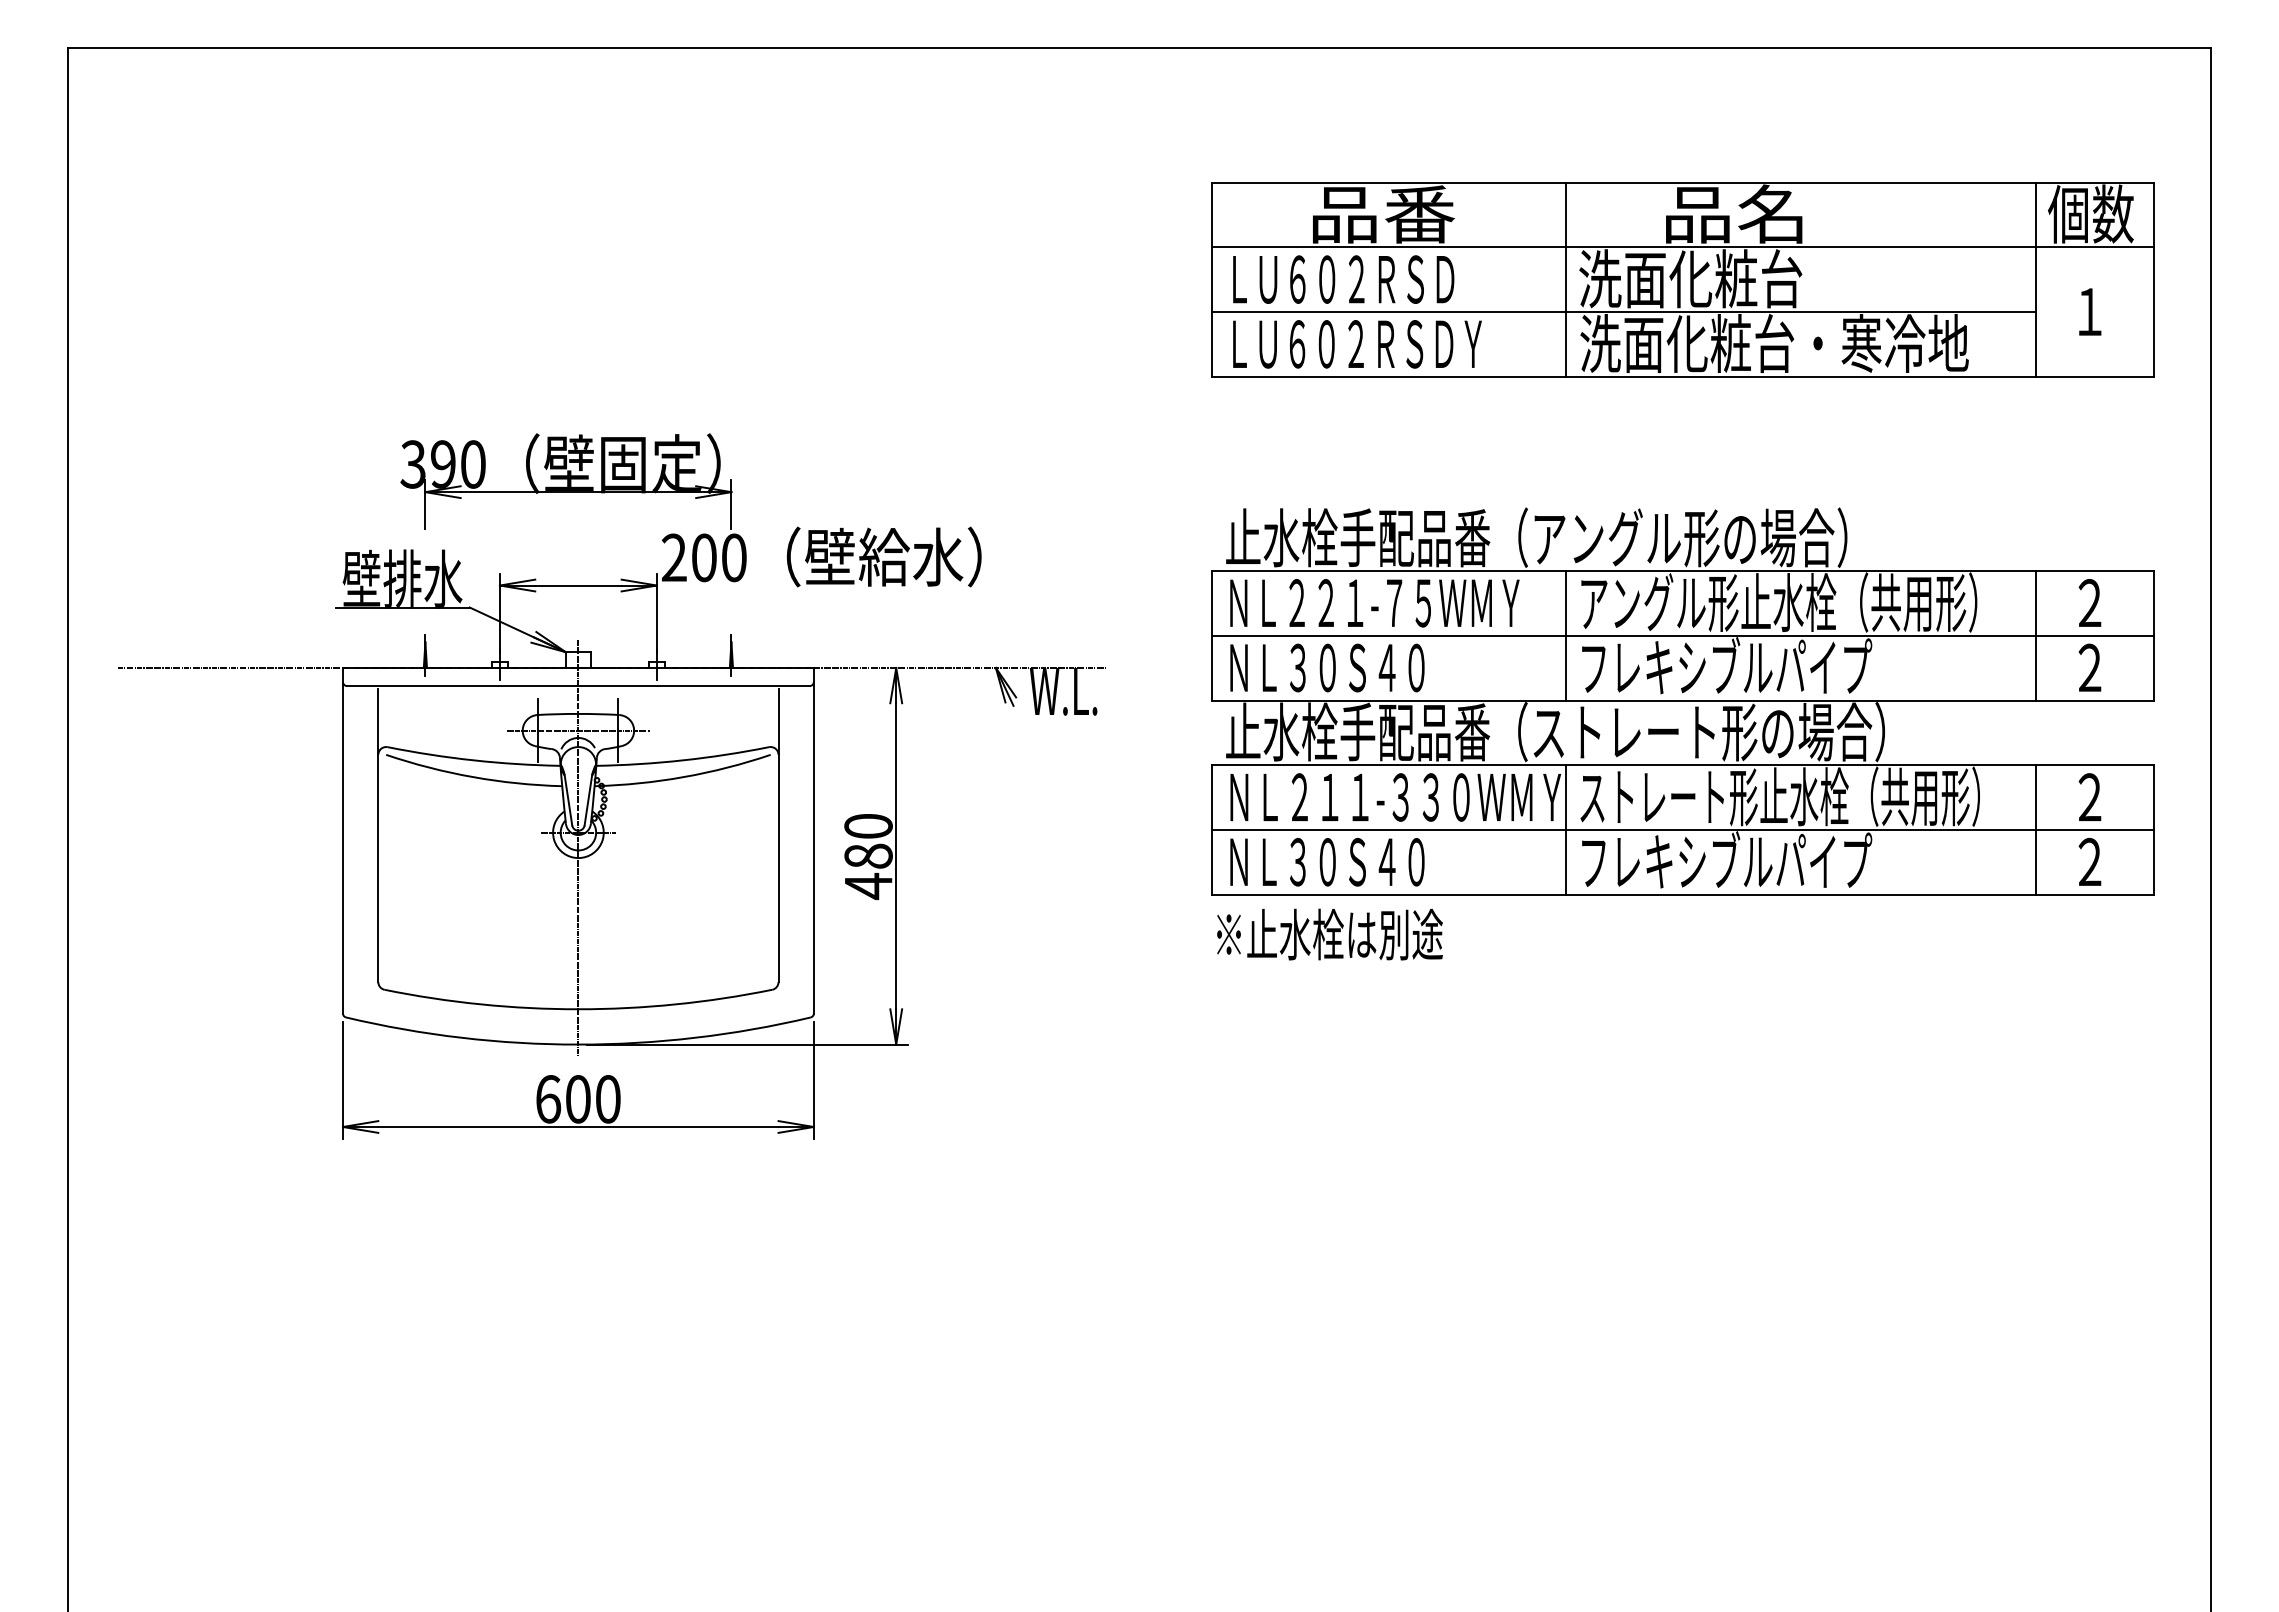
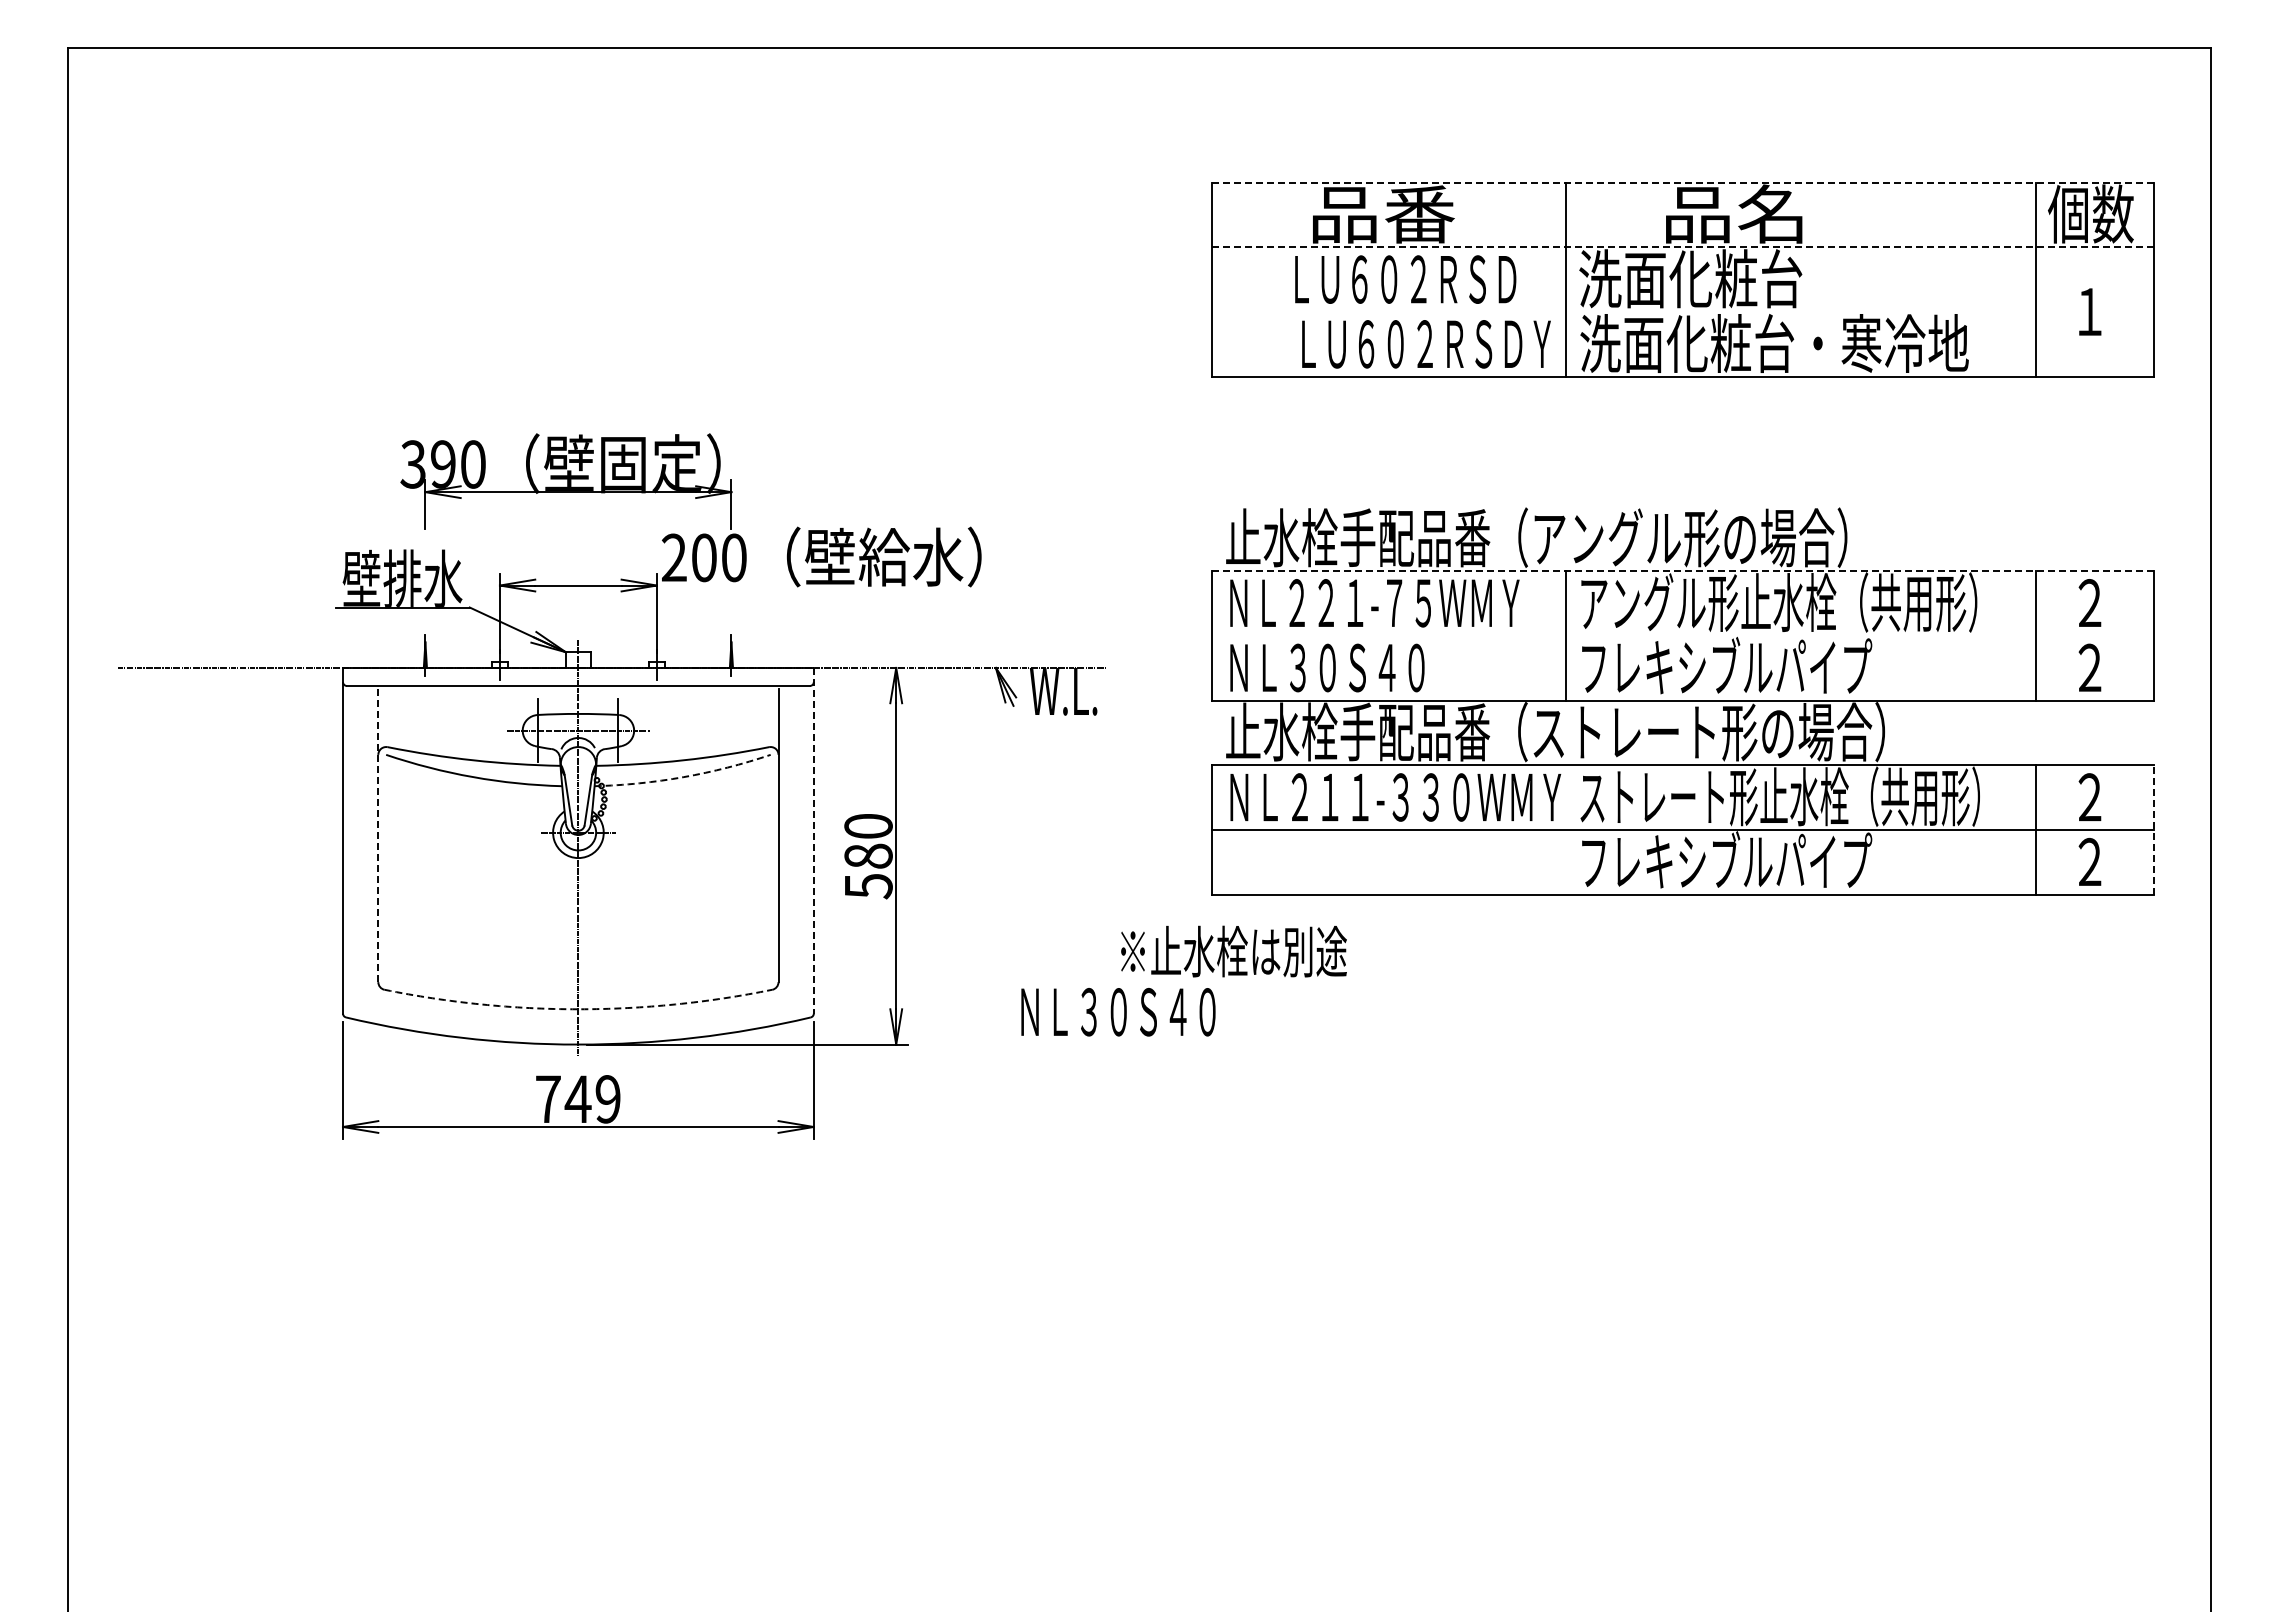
line at (1683, 182): solid -> dashed
line at (1683, 247): solid -> dashed
text at (1343, 279) position: (1343, 279) -> (1405, 279)
line at (1624, 312): present -> none
text at (1357, 344) position: (1357, 344) -> (1426, 344)
line at (1683, 571): solid -> dashed
line at (1683, 635): present -> none
arc at (683, 777): solid -> dashed
line at (1565, 829): present -> none
line at (2154, 829): solid -> dashed
line at (378, 835): solid -> dashed
line at (813, 840): solid -> dashed
text at (1327, 862) position: (1327, 862) -> (1118, 1012)
text at (868, 886): 480 -> 580
text at (1329, 934) position: (1329, 934) -> (1233, 951)
arc at (578, 1009): solid -> dashed
text at (578, 1099): 600 -> 749
